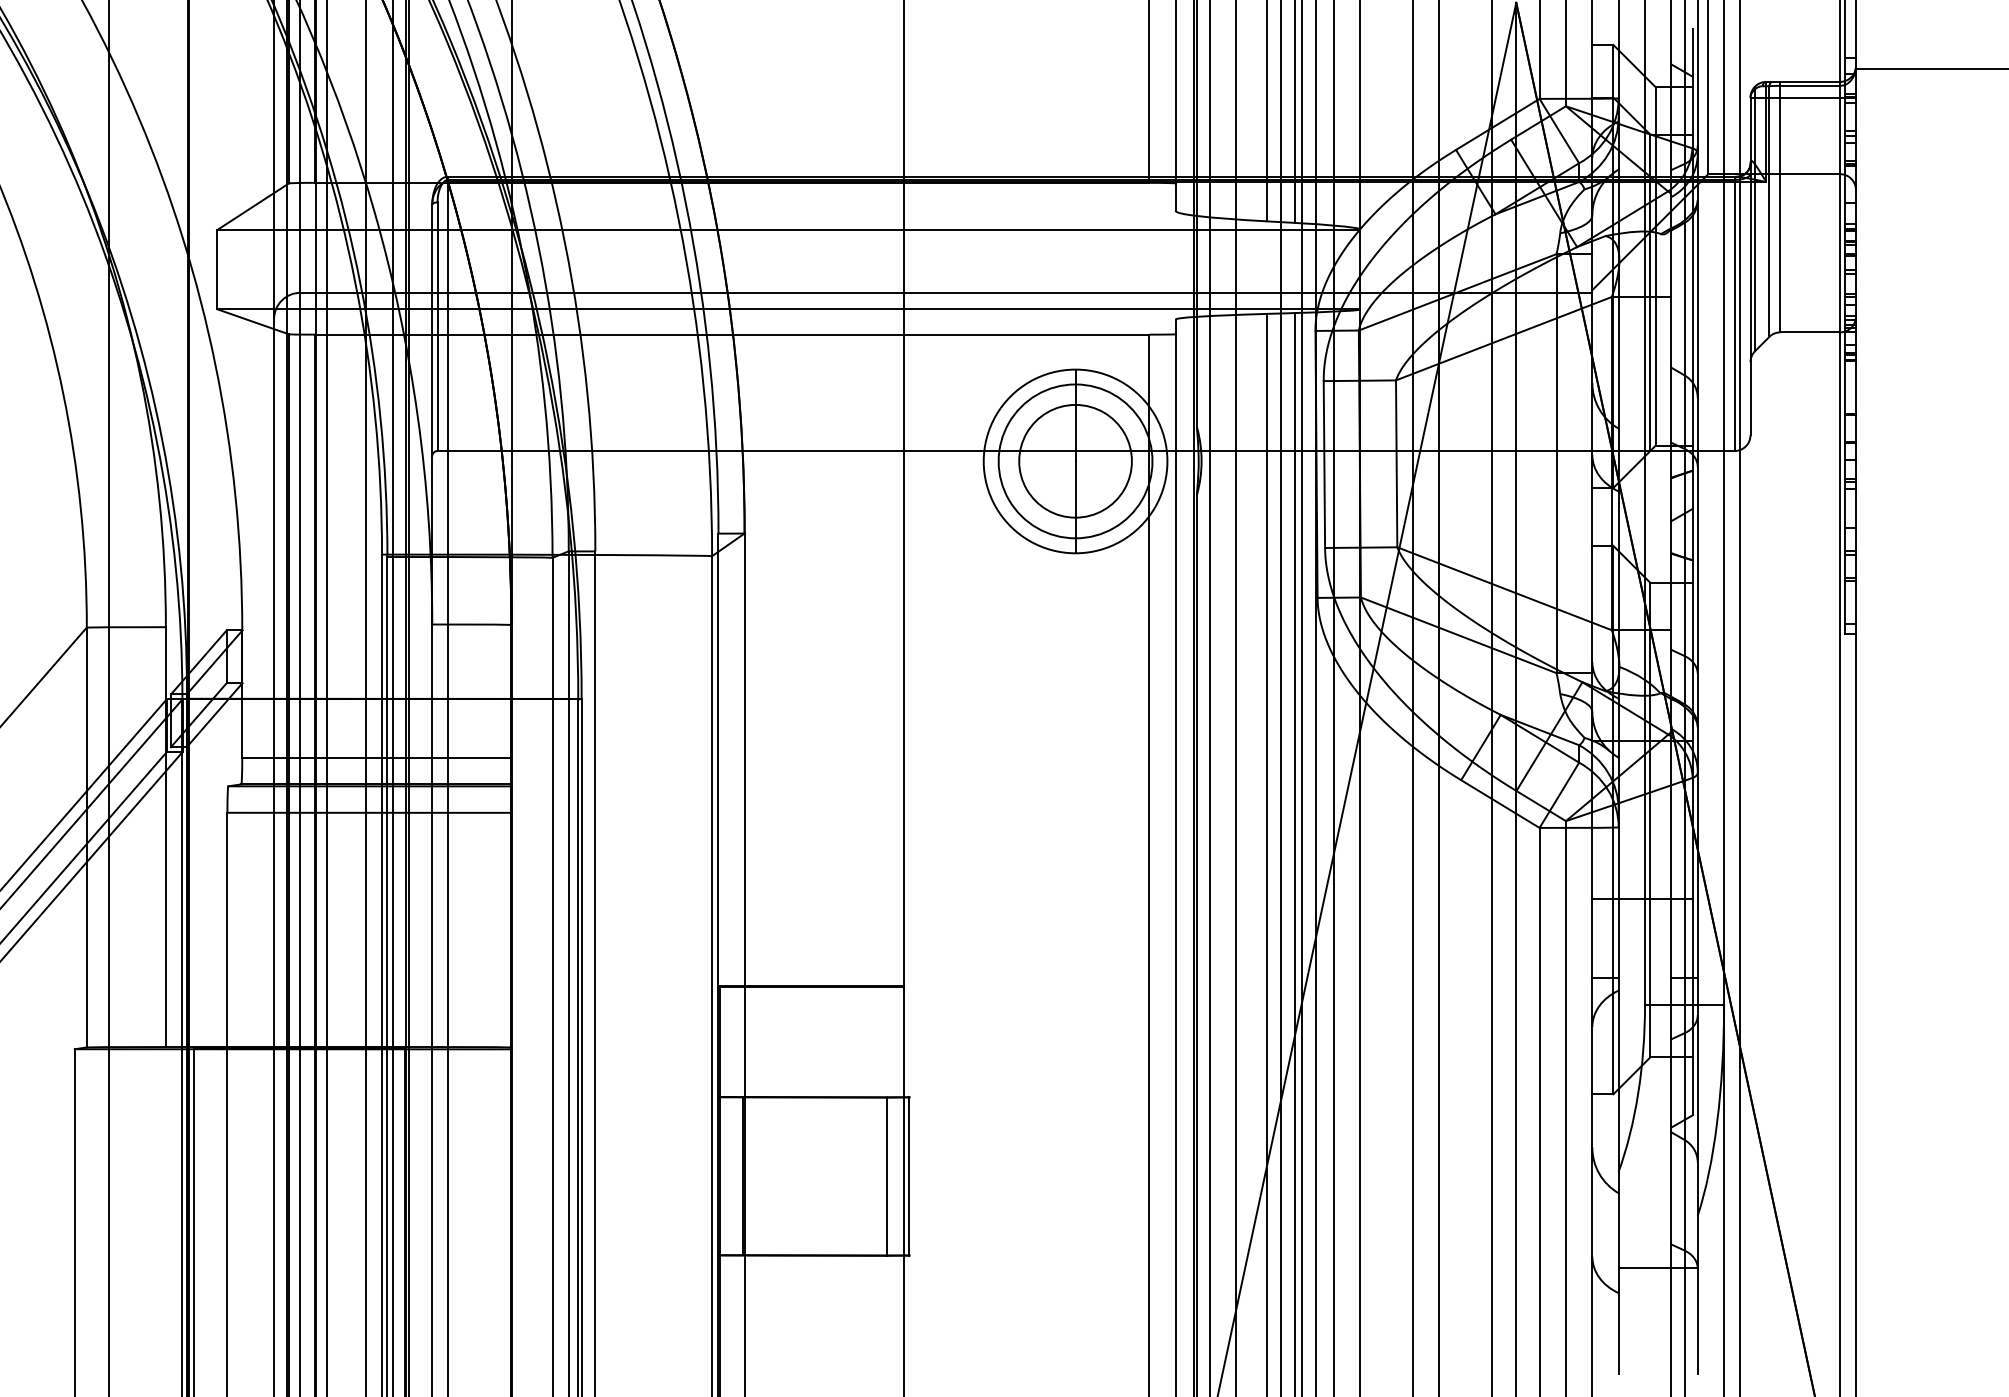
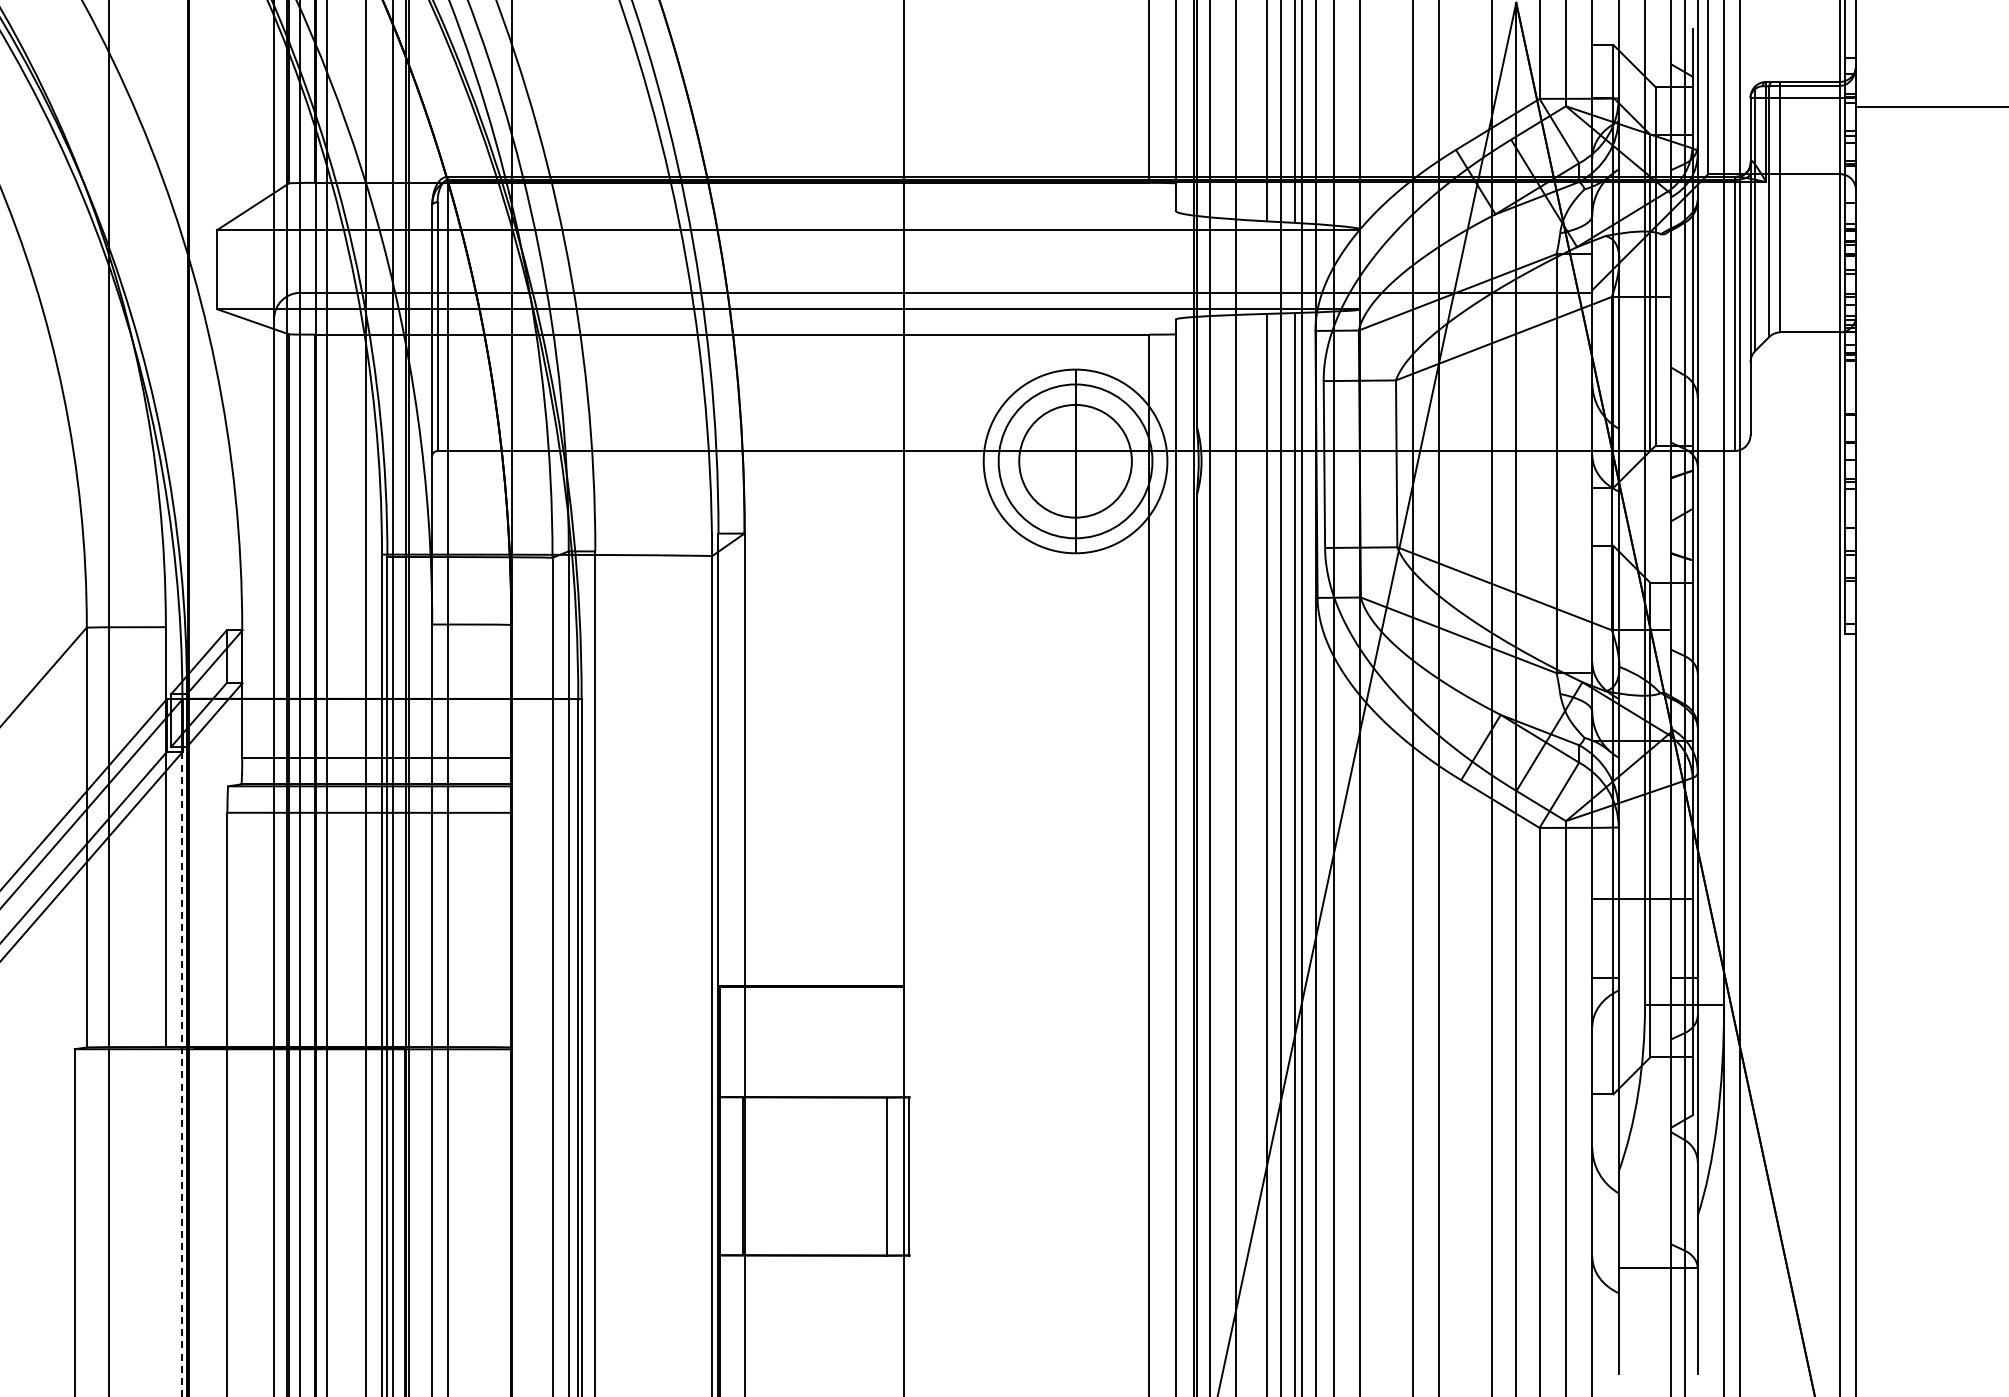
line at (1930, 68) position: (1930, 68) -> (1930, 106)
line at (182, 1074): solid -> dashed
line at (193, 1220): present -> none
